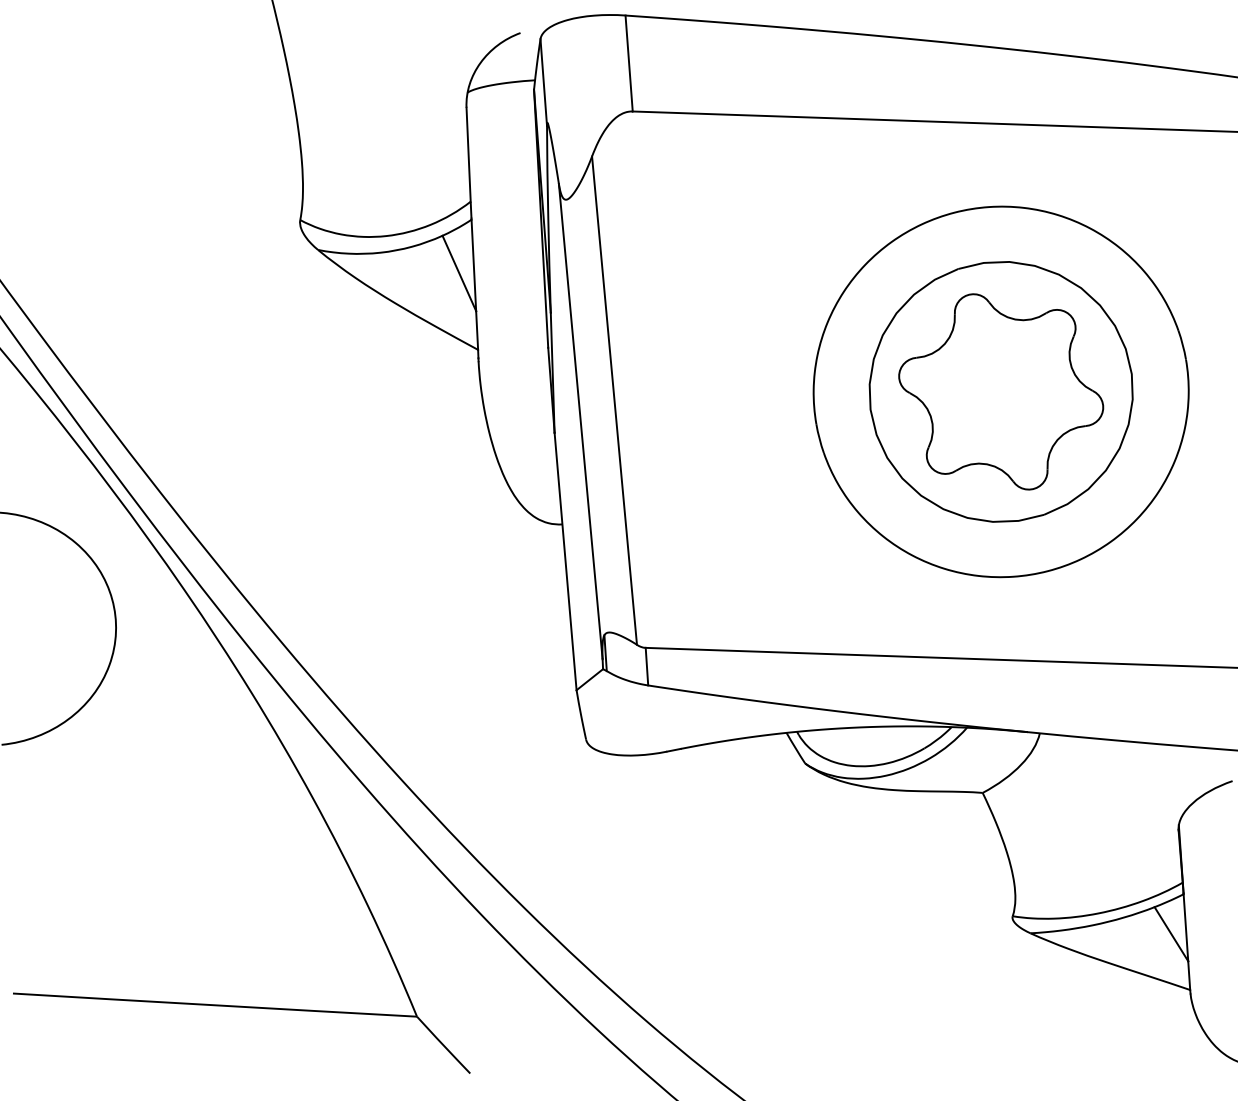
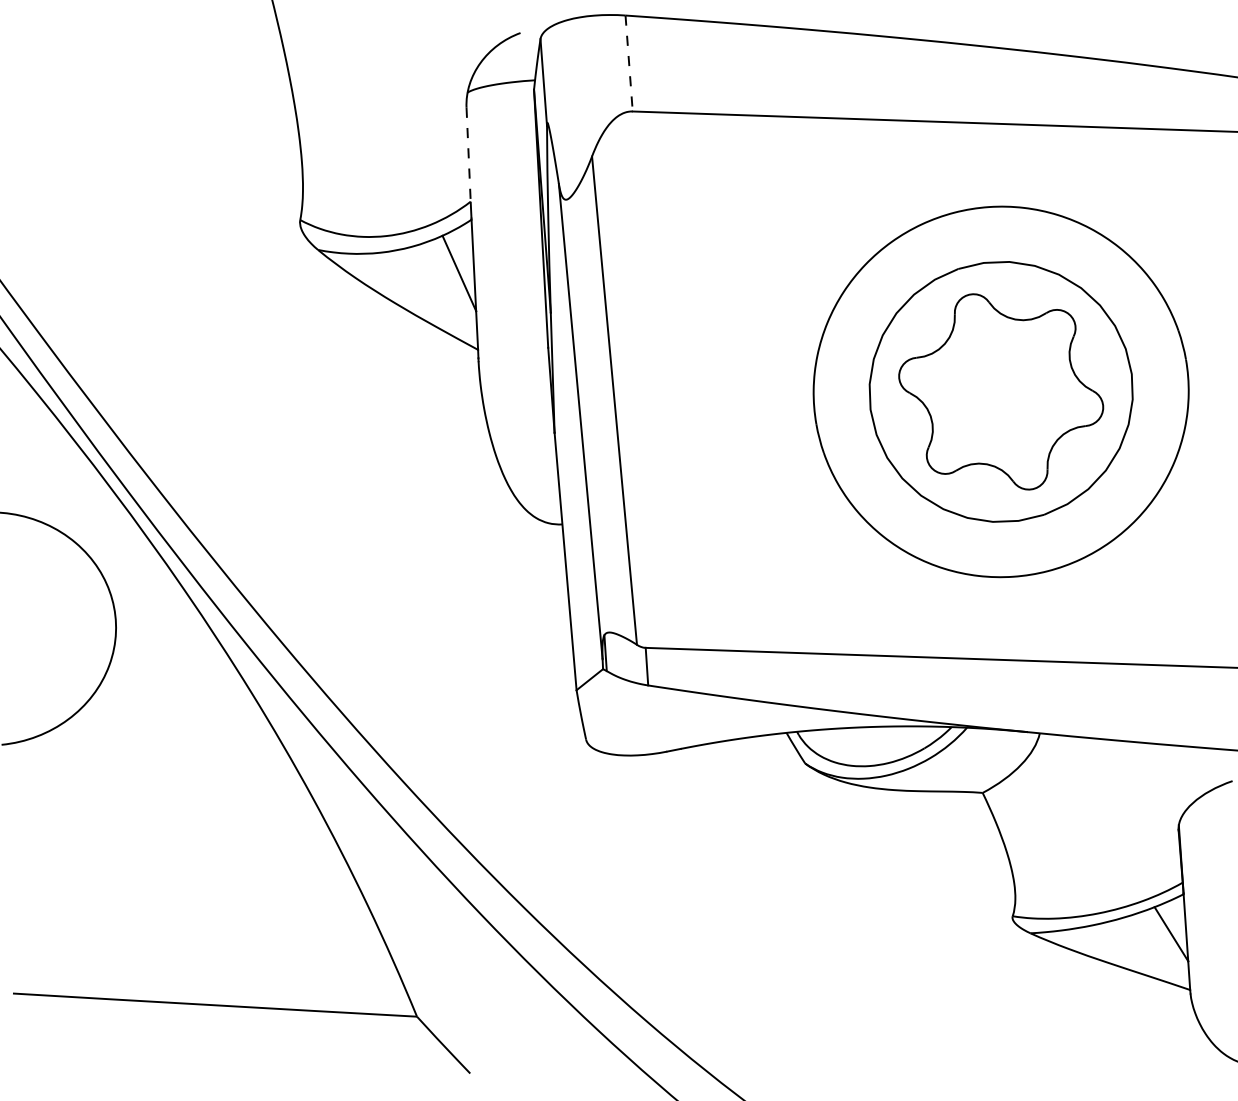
line at (629, 64): solid -> dashed
line at (468, 155): solid -> dashed
